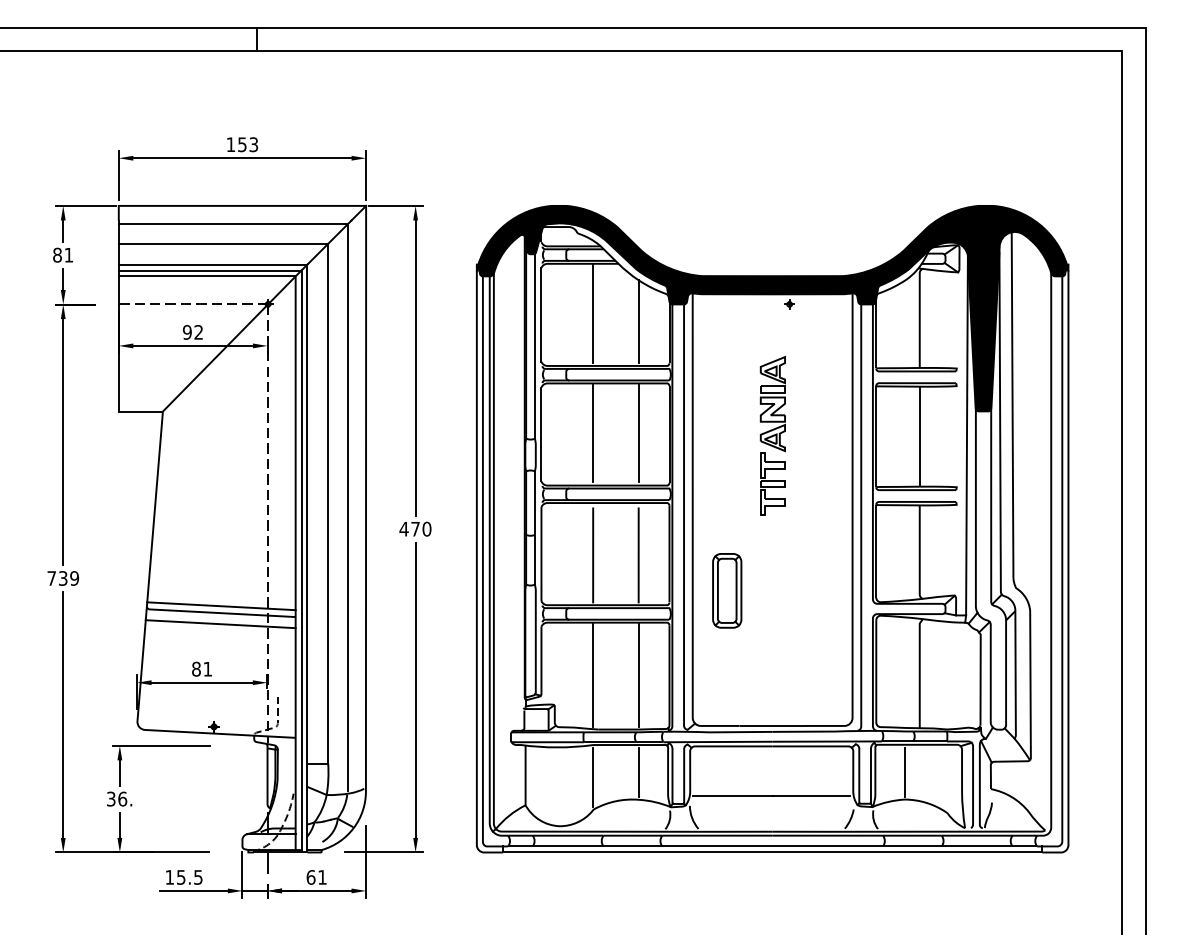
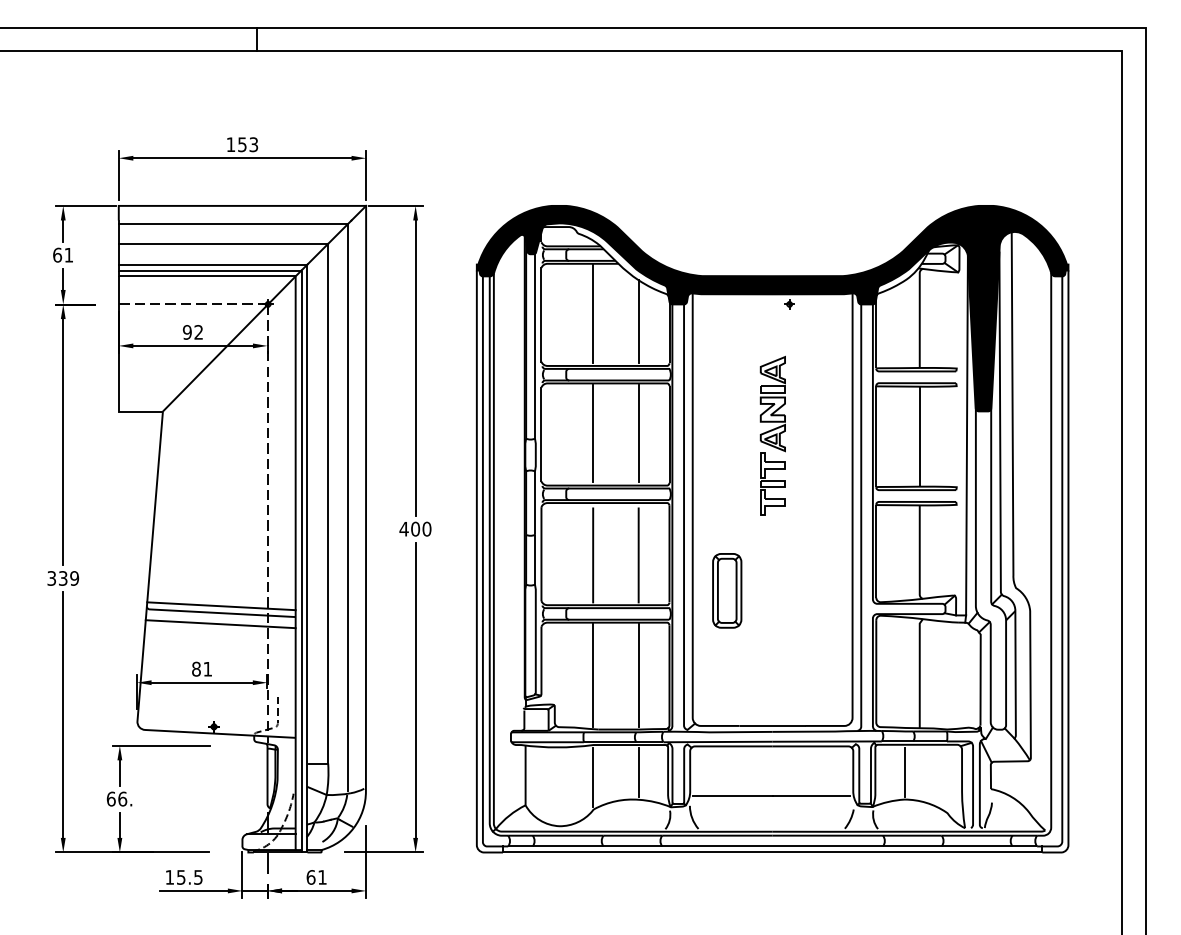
text at (57, 254): 81 -> 61
text at (415, 528): 470 -> 400
text at (51, 578): 739 -> 339
text at (110, 798): 36. -> 66.
